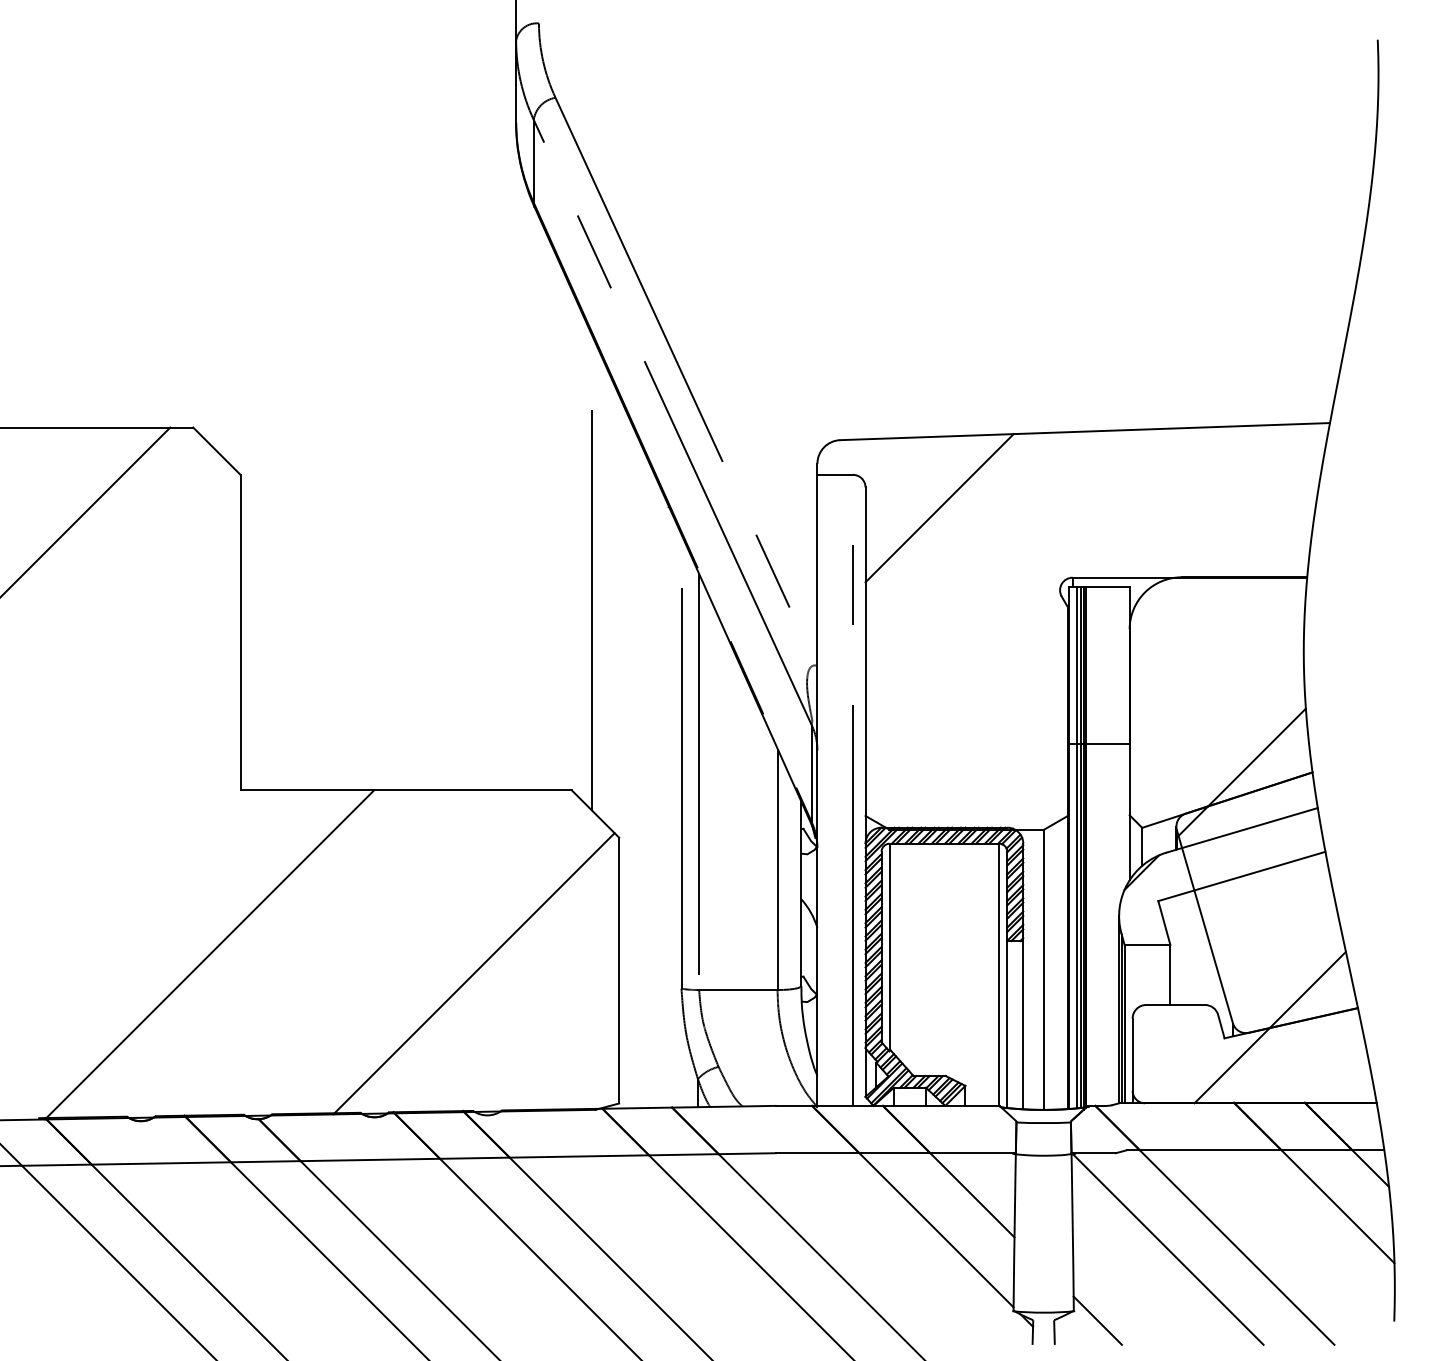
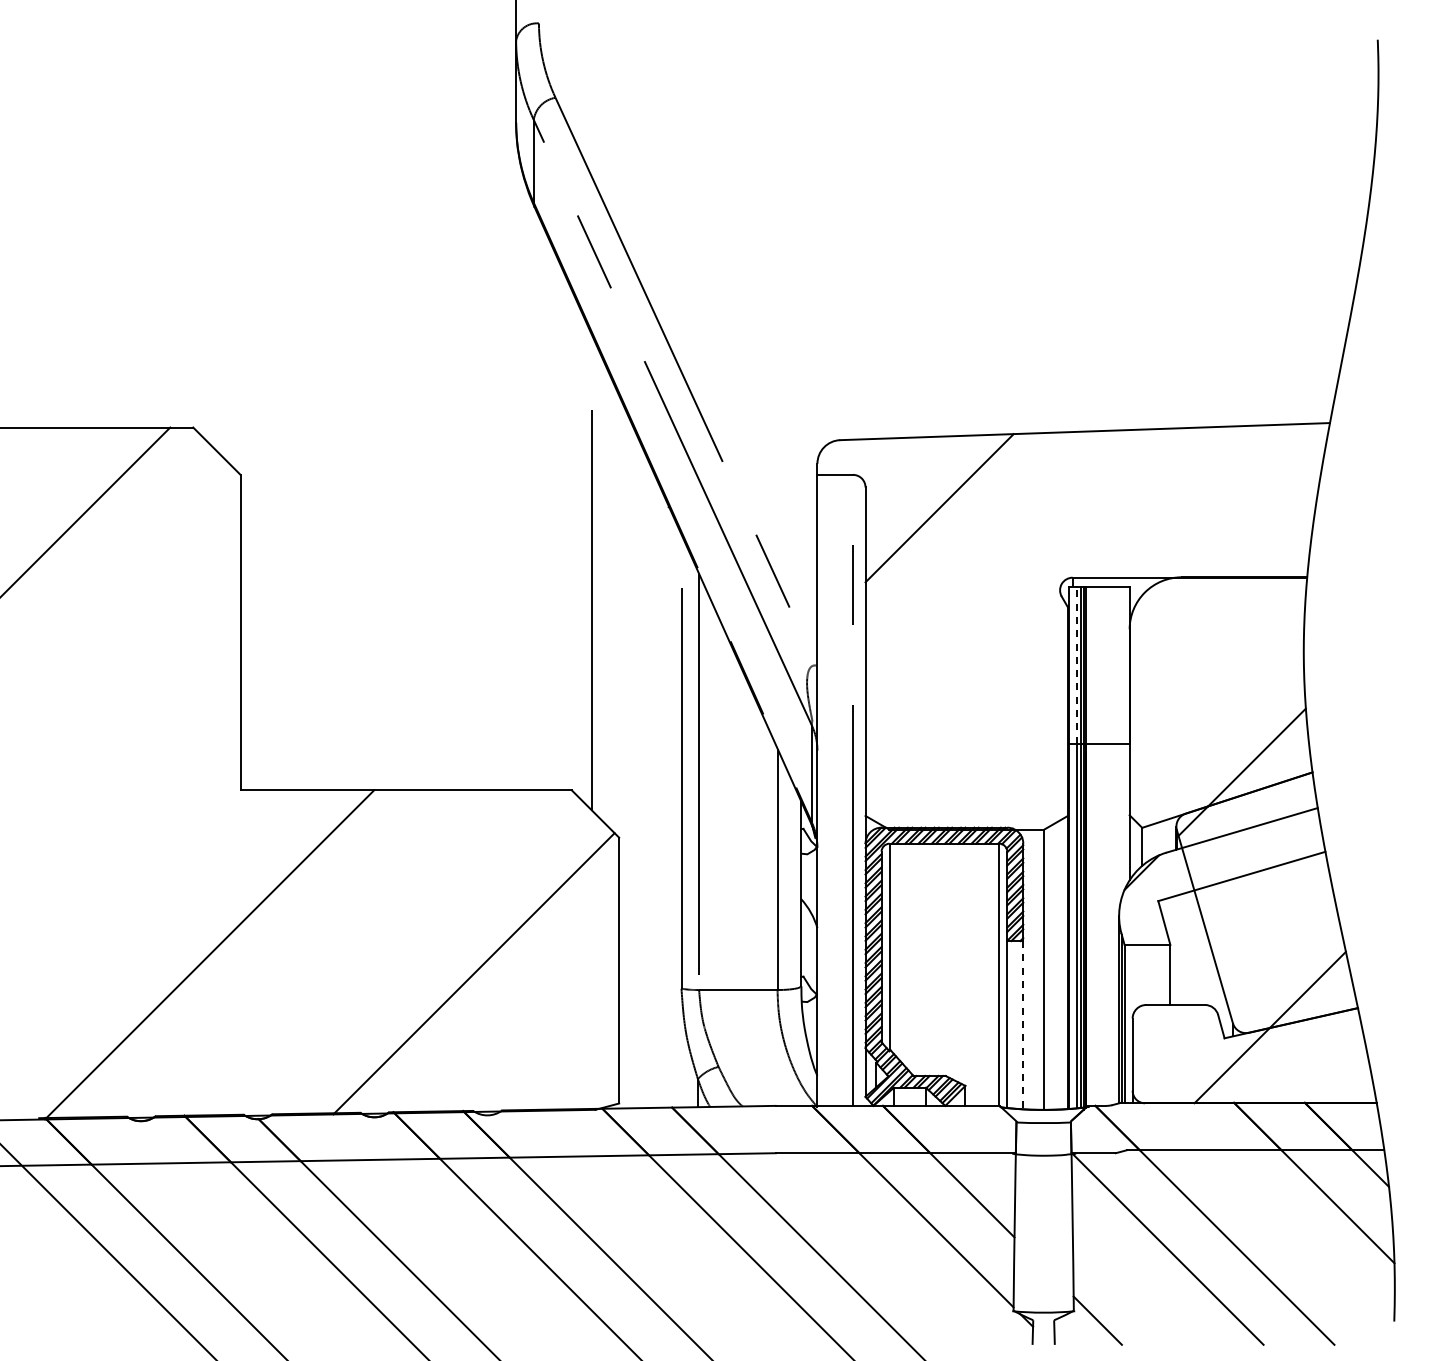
line at (1076, 665): solid -> dashed
line at (1023, 1025): solid -> dashed
